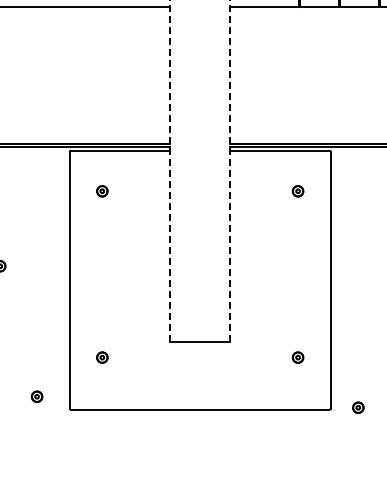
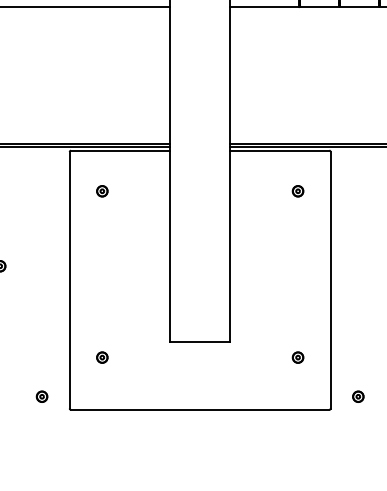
line at (170, 171): dashed -> solid
line at (230, 171): dashed -> solid
part at (36, 396) position: (36, 396) -> (41, 396)
part at (358, 407) position: (358, 407) -> (358, 396)
